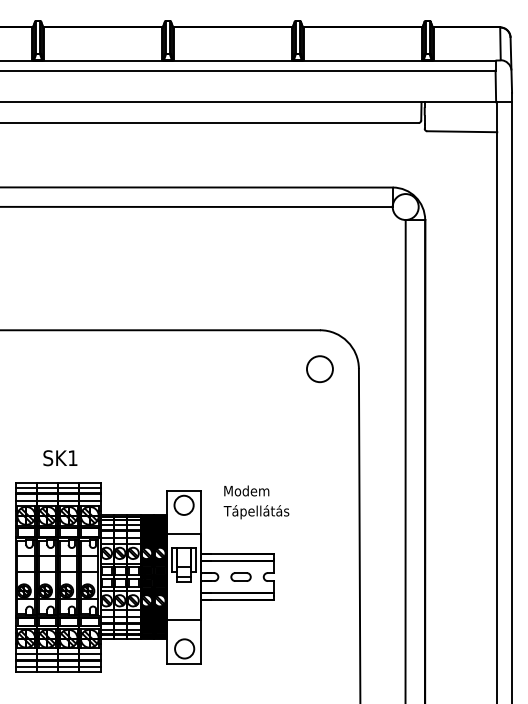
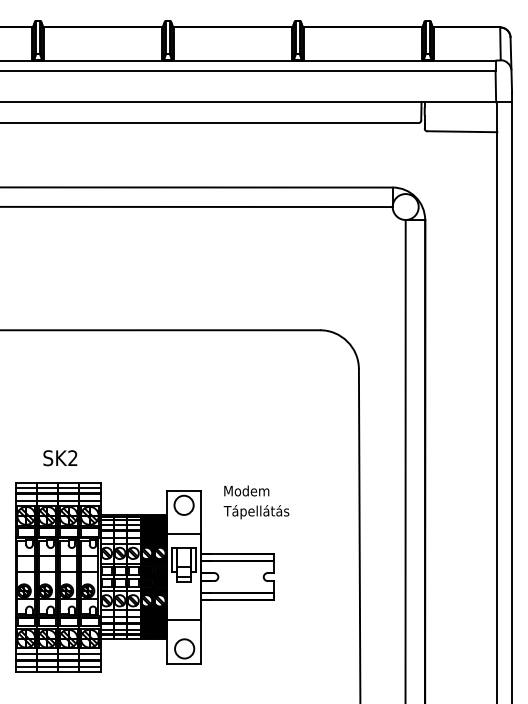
circle at (319, 369): present -> none
text at (72, 457): SK1 -> SK2
part at (240, 576): present -> none
